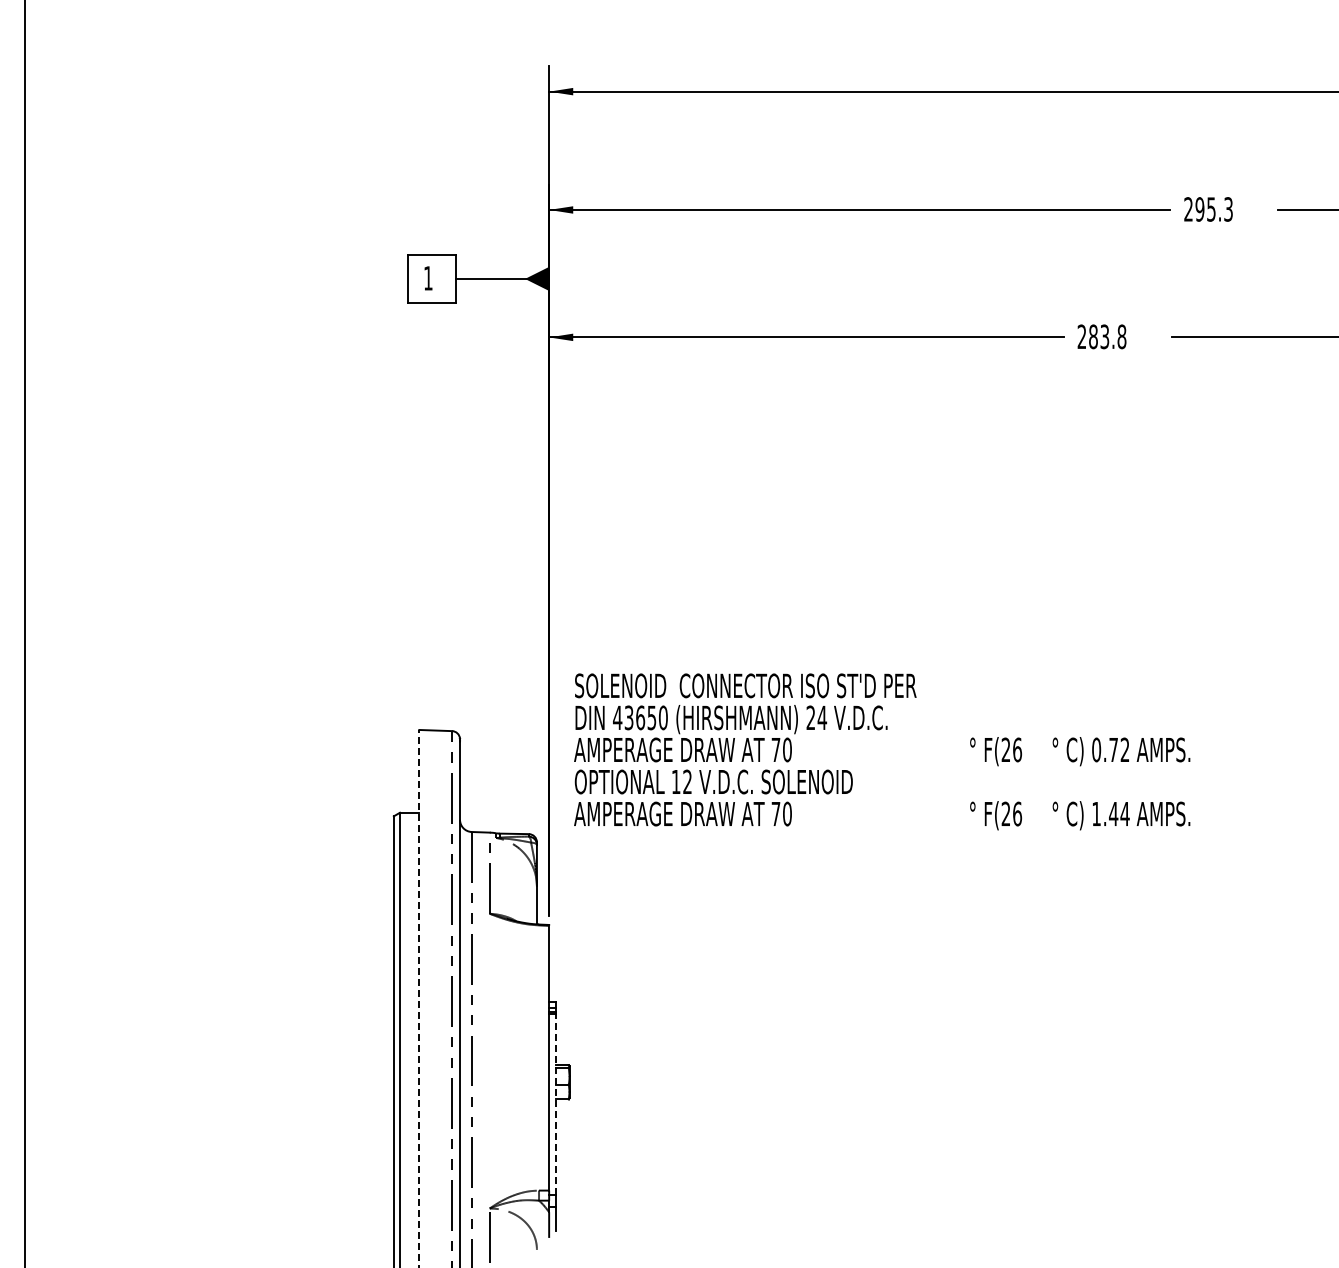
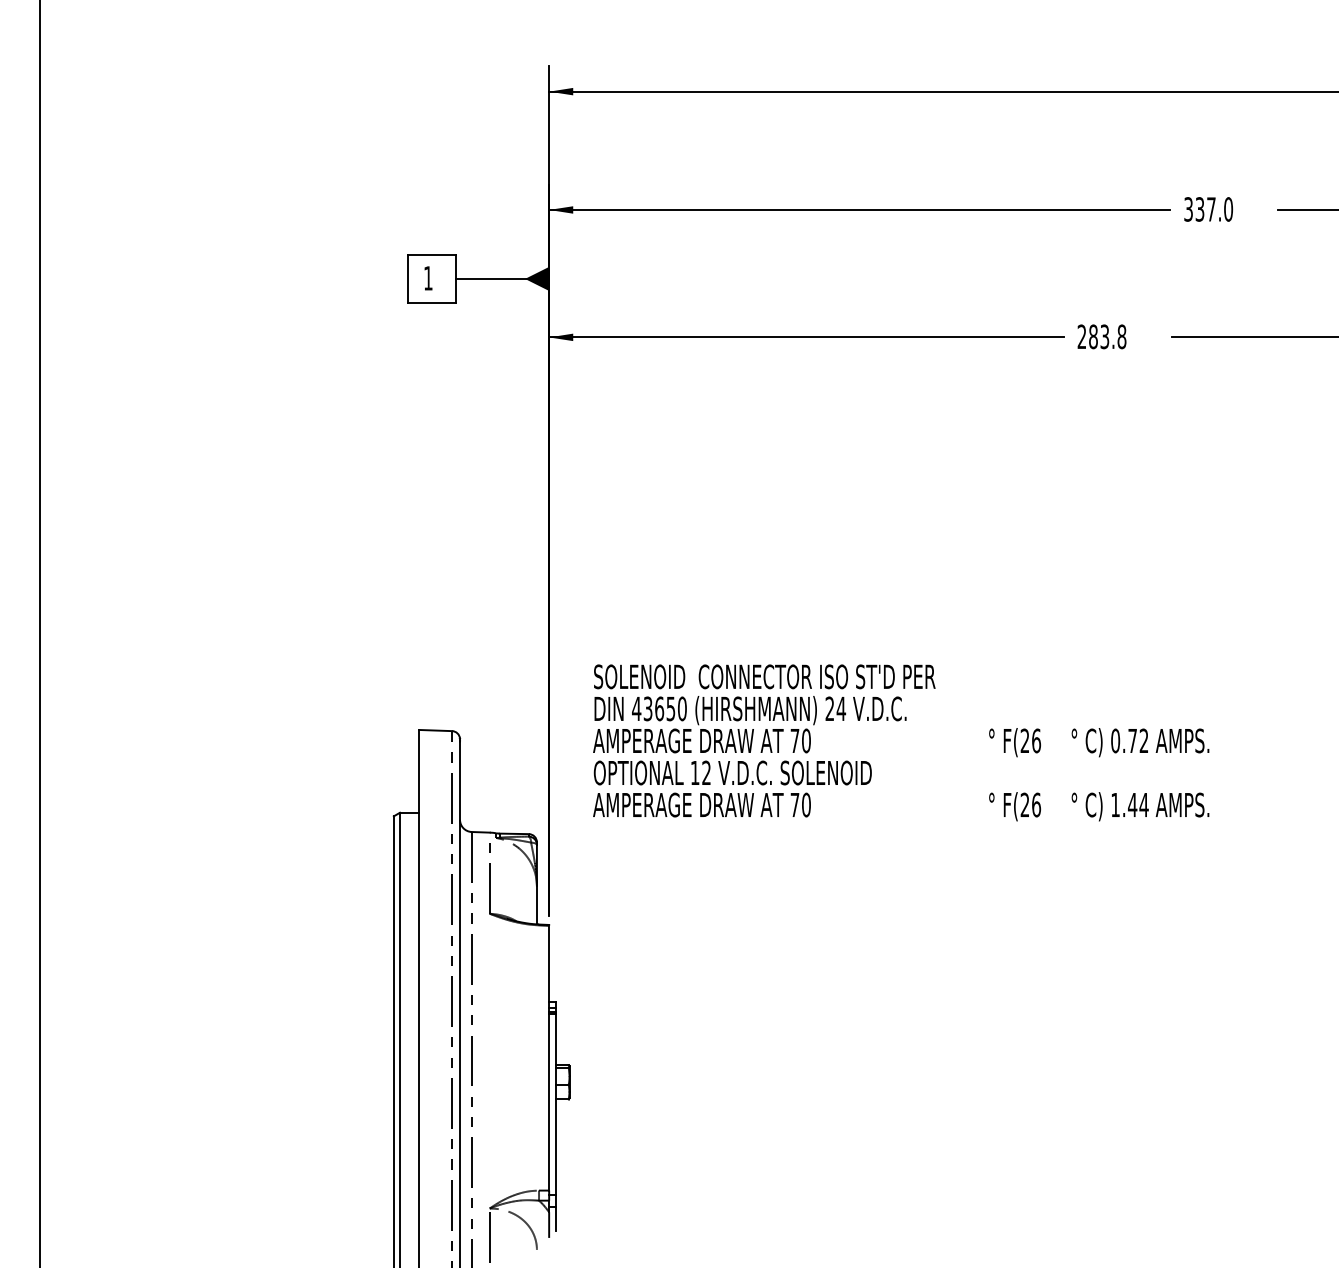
text at (1208, 209): 295.3 -> 337.0
line at (25, 633) position: (25, 633) -> (40, 633)
text at (882, 751) position: (882, 751) -> (901, 742)
line at (419, 998): dashed -> solid
line at (555, 1104): dashed -> solid
